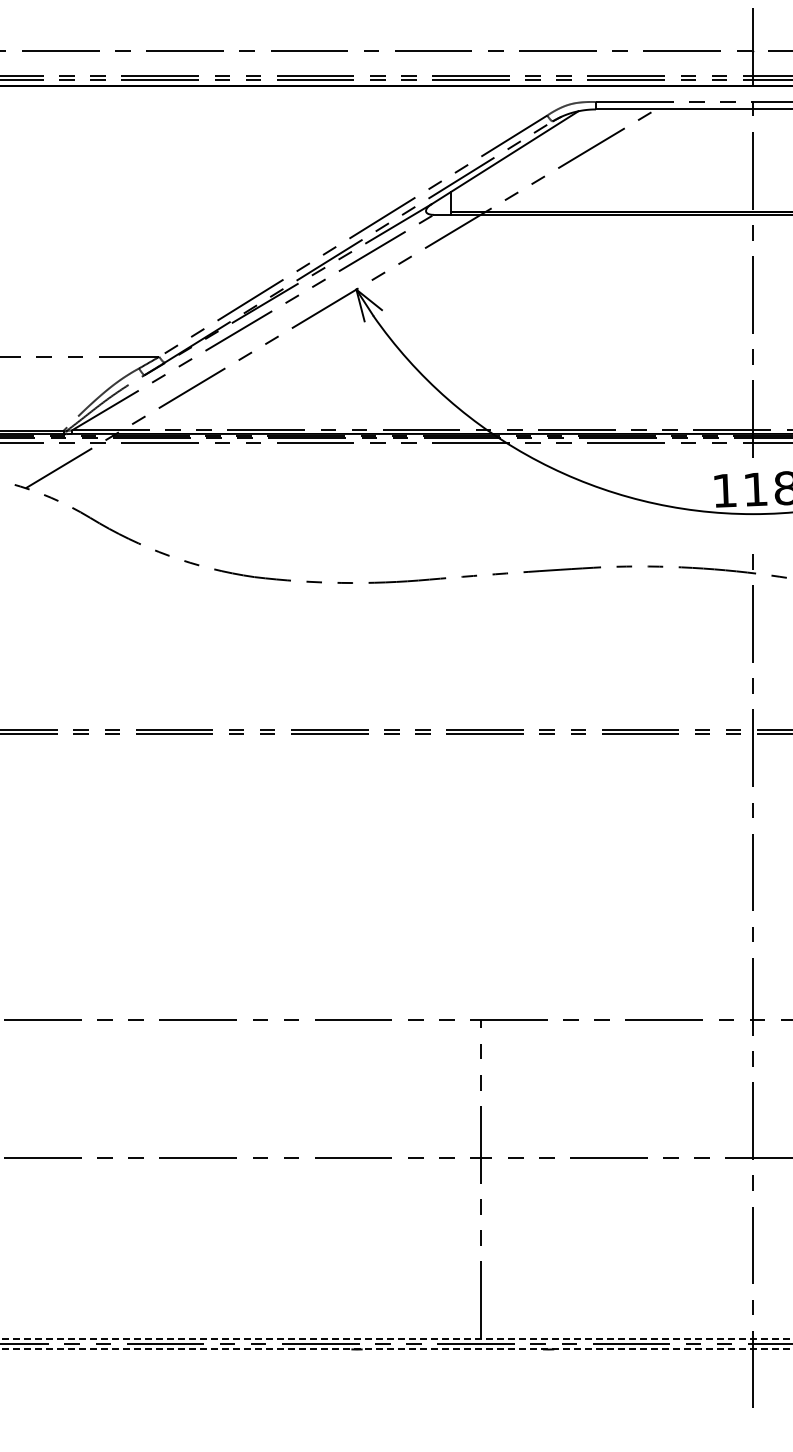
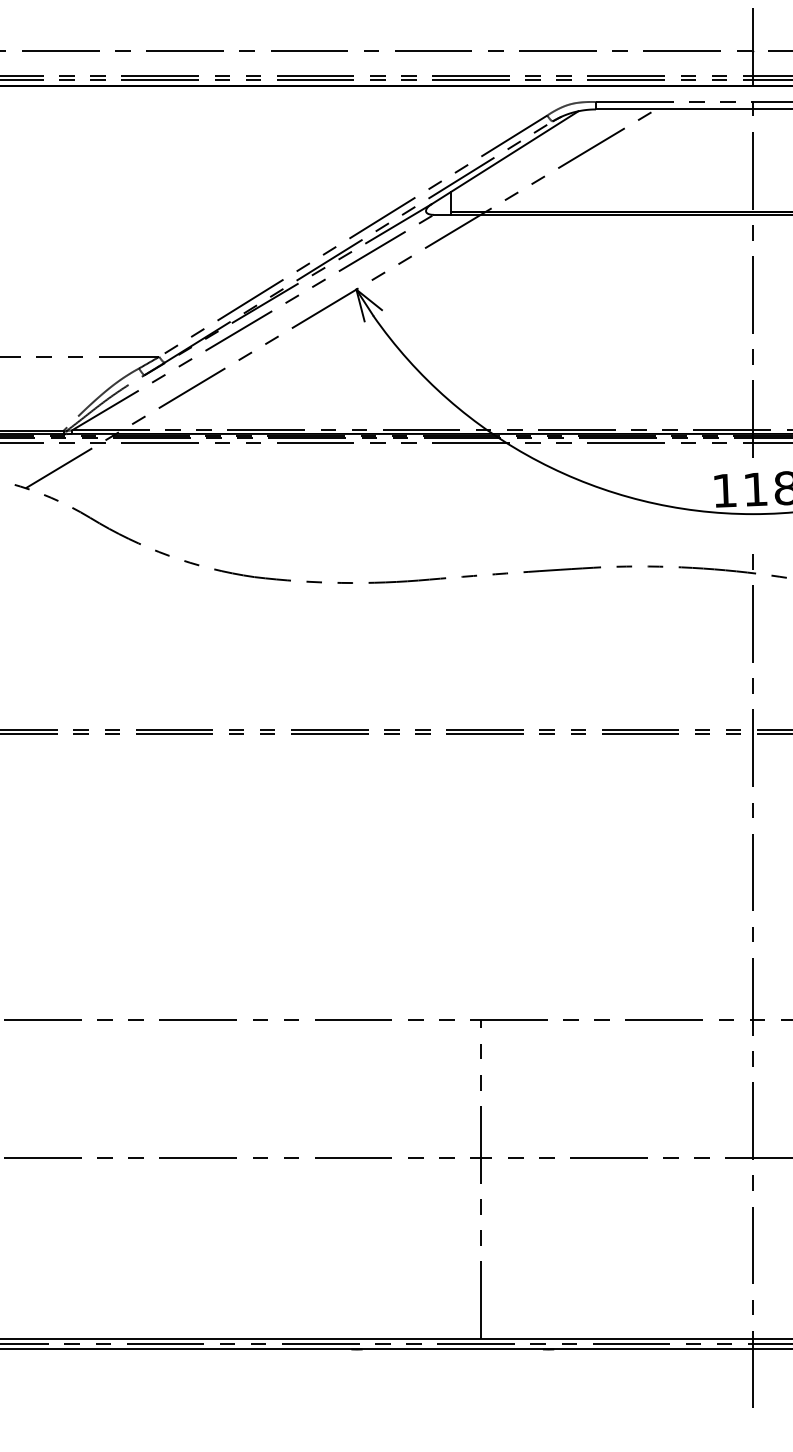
line at (396, 1339): dashed -> solid
line at (396, 1349): dashed -> solid
